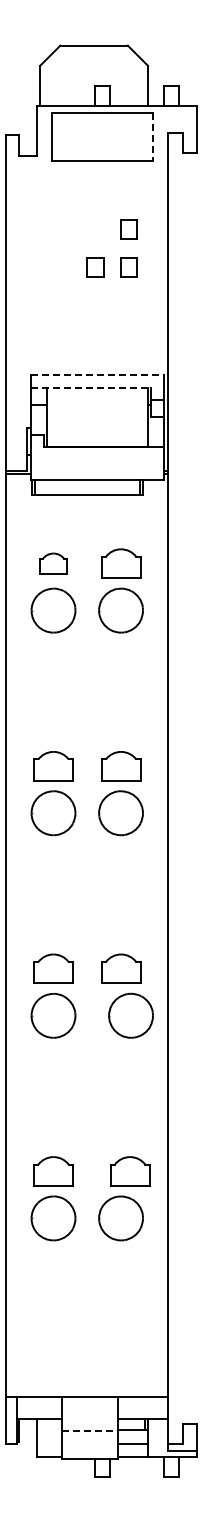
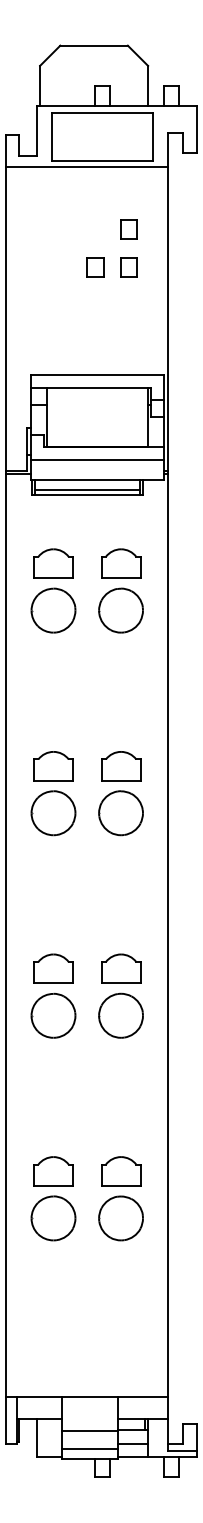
line at (152, 136): dashed -> solid
line at (87, 167): none -> present
line at (97, 375): dashed -> solid
line at (91, 388): dashed -> solid
line at (97, 460): none -> present
line at (87, 489): none -> present
part at (53, 563) size: 29x23 px -> 41x31 px
part at (130, 1015) position: (130, 1015) -> (120, 1015)
part at (130, 1171) position: (130, 1171) -> (121, 1171)
line at (90, 1431): dashed -> solid
line at (89, 1449): none -> present
